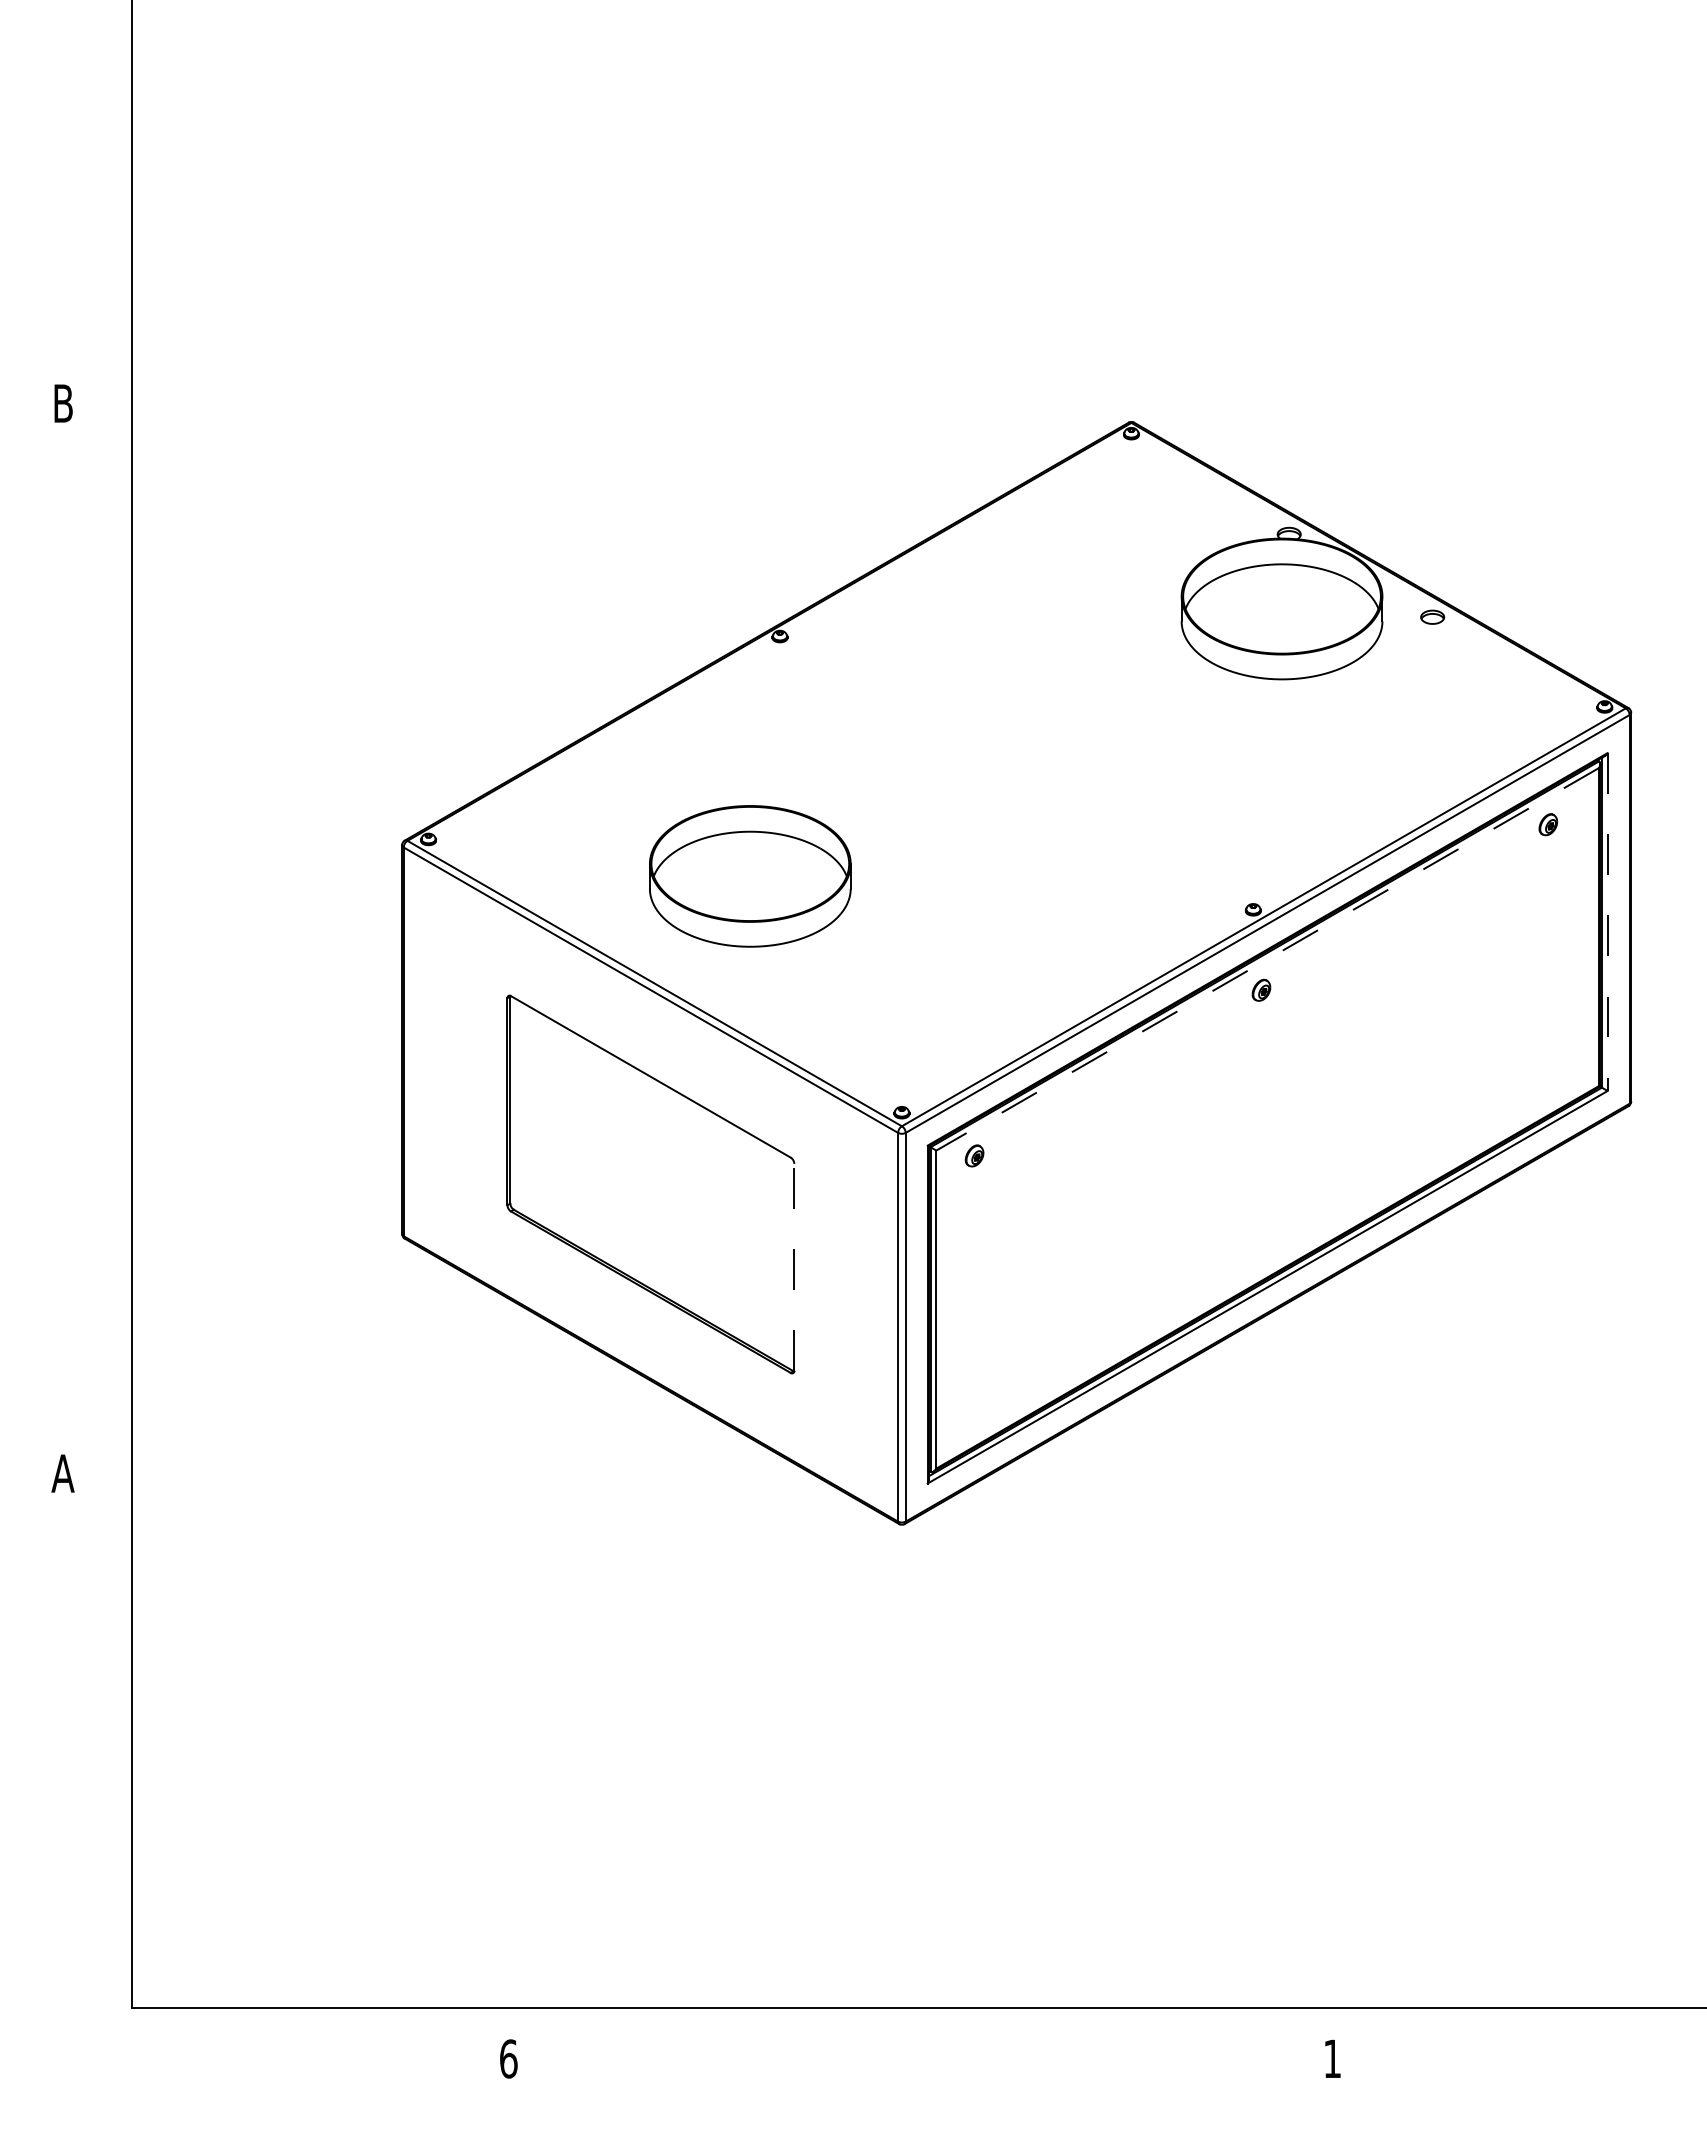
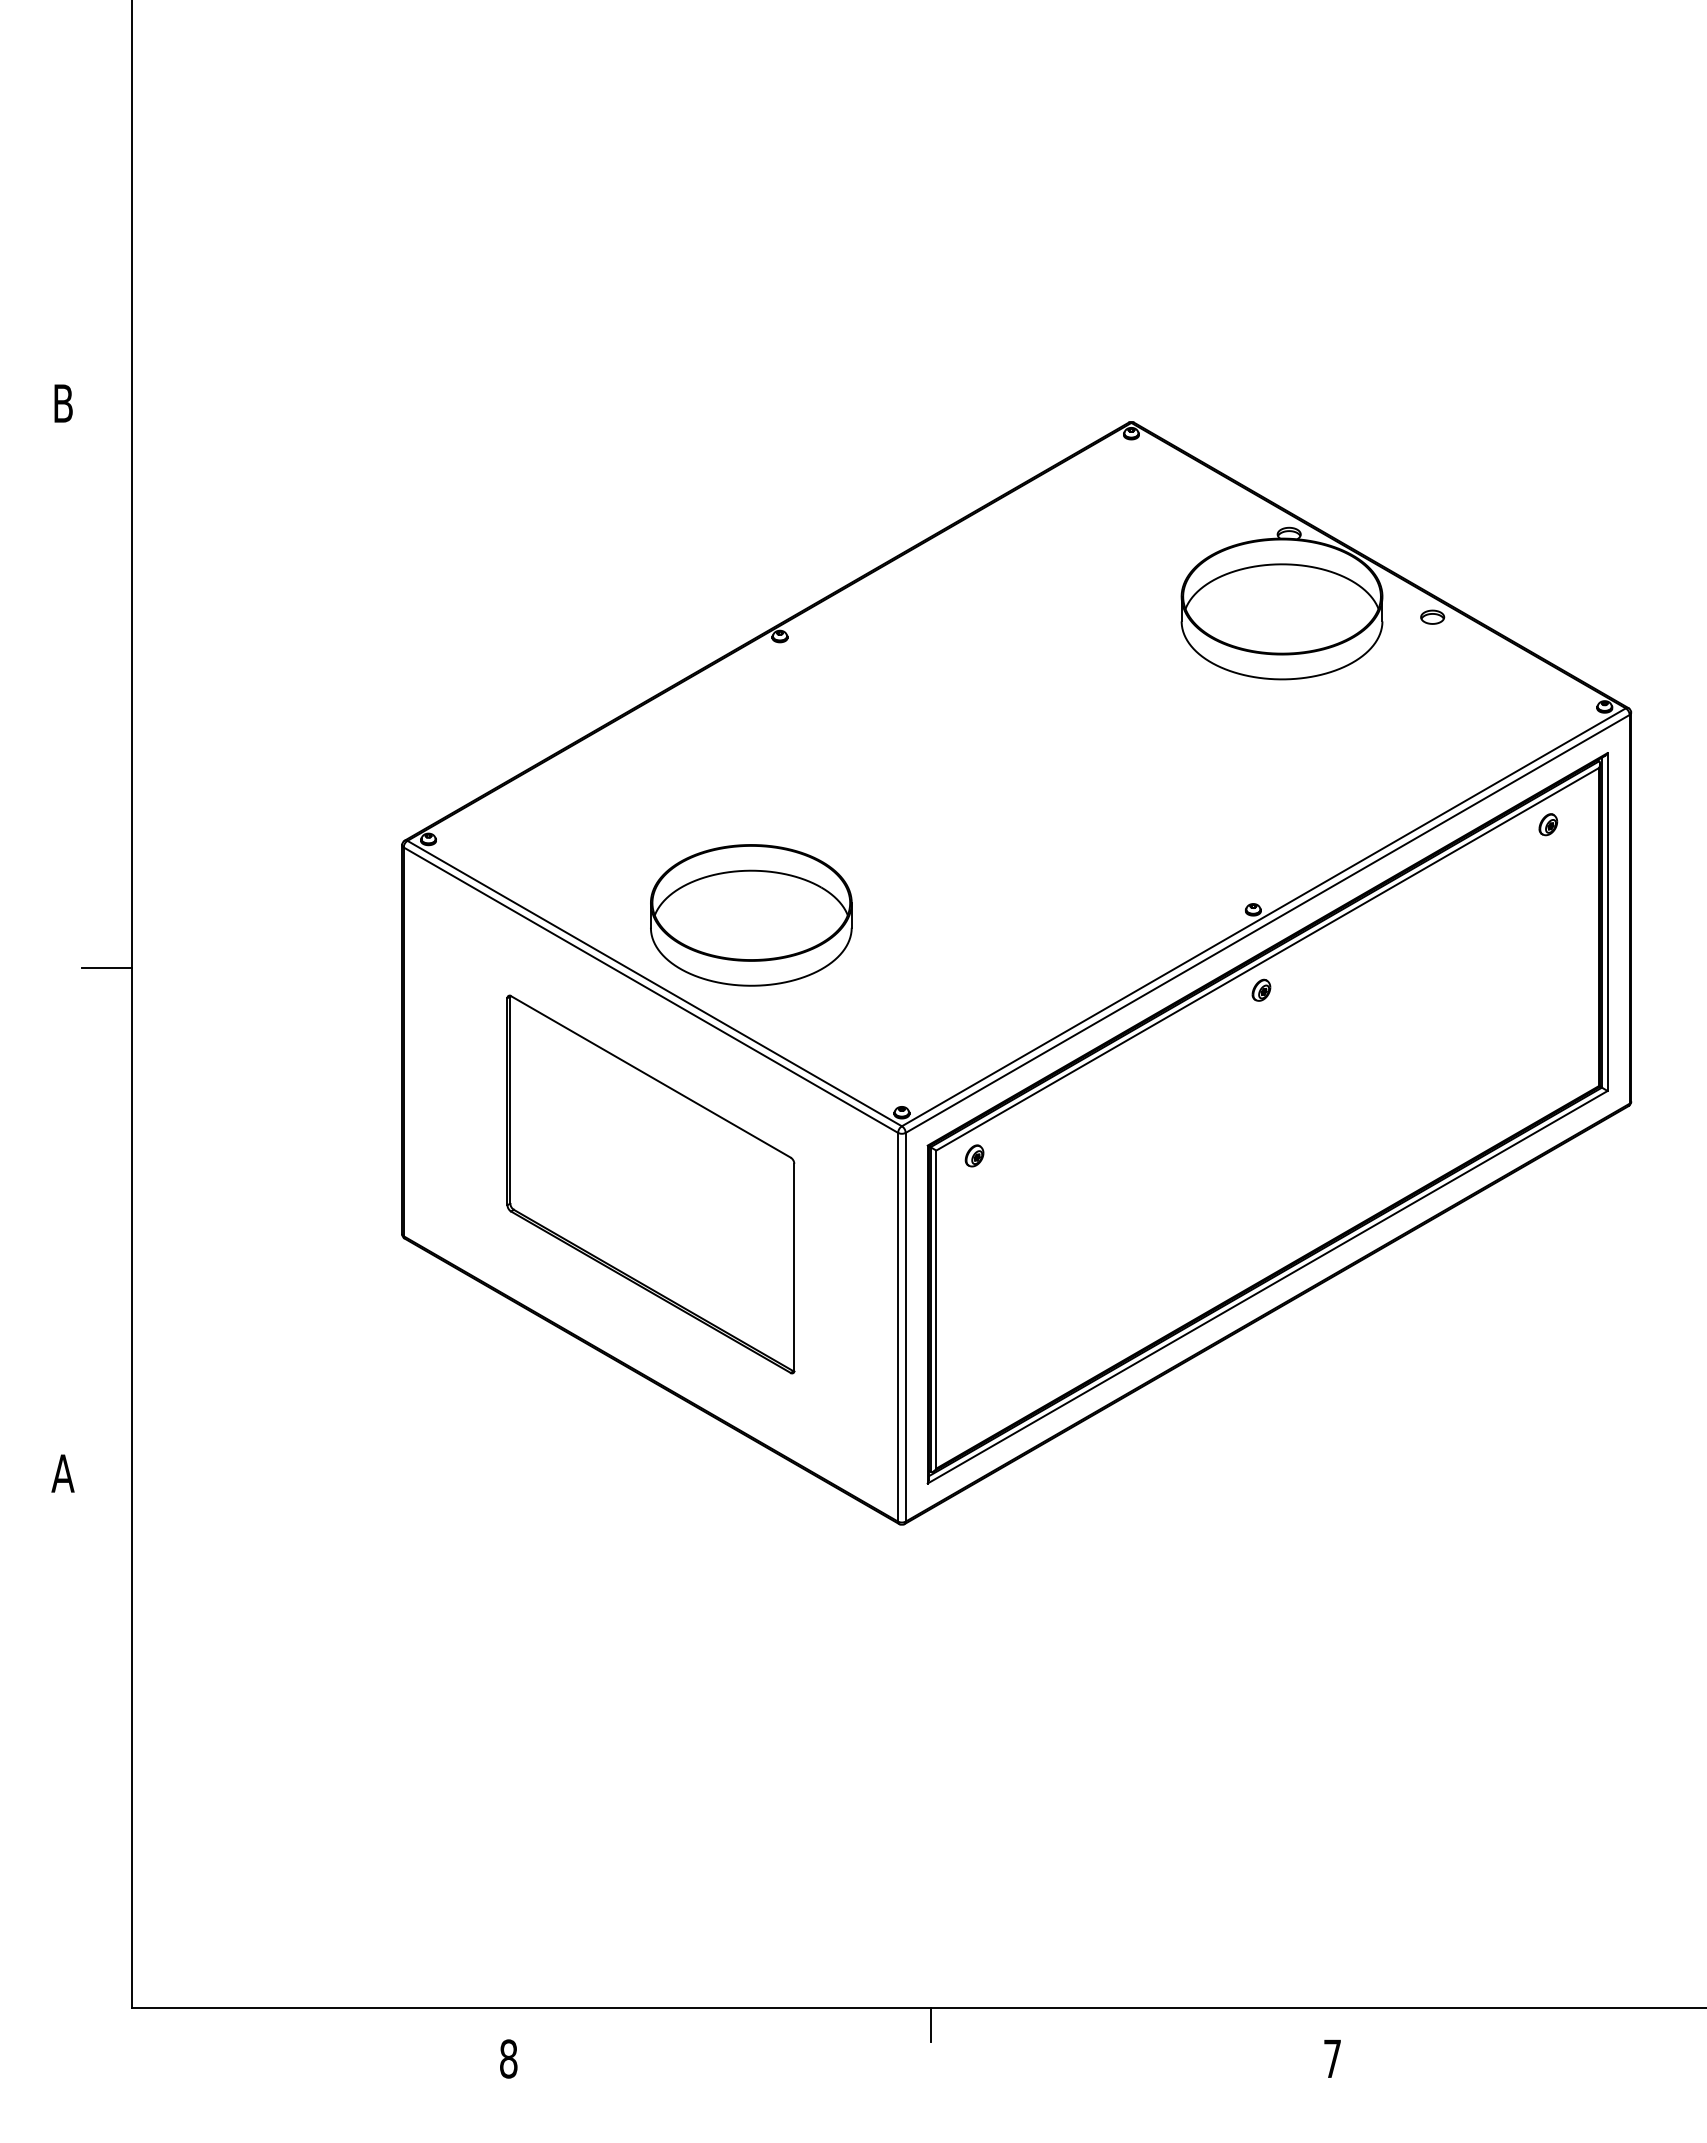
part at (750, 876) position: (750, 876) -> (751, 915)
line at (1607, 922): dashed -> solid
line at (1267, 959): dashed -> solid
line at (106, 968): none -> present
line at (794, 1267): dashed -> solid
line at (930, 2024): none -> present
text at (508, 2058): 6 -> 8
text at (1332, 2058): 1 -> 7
